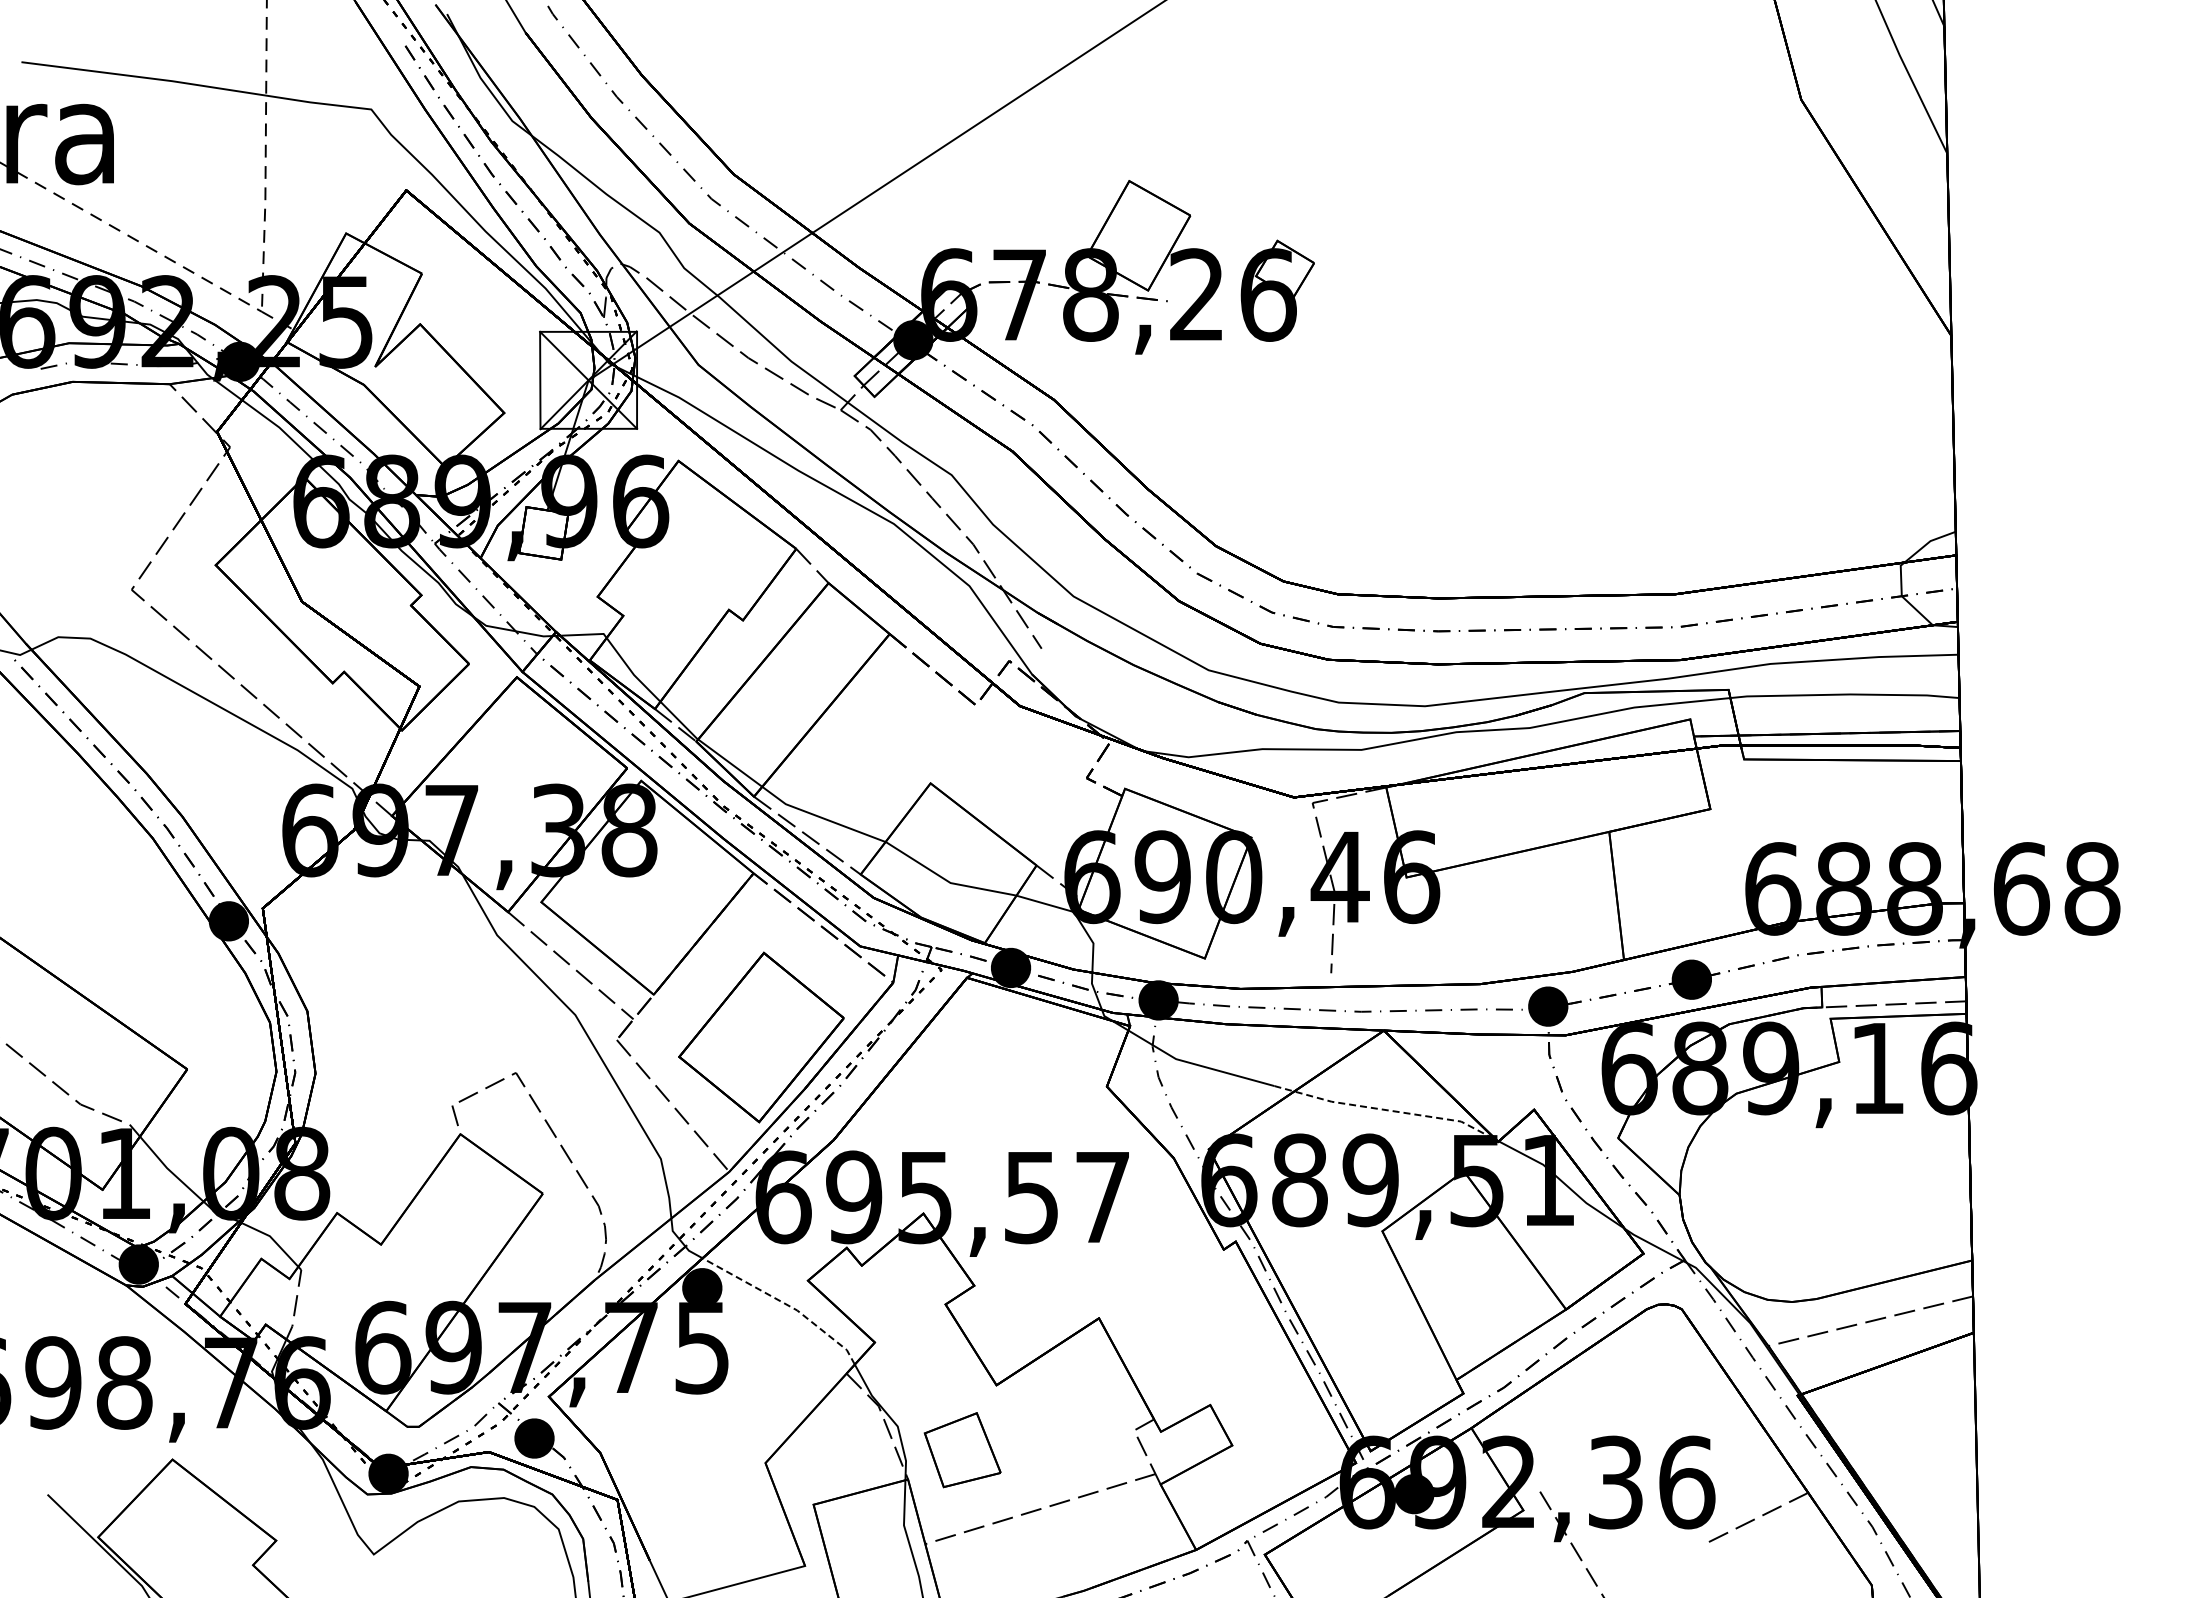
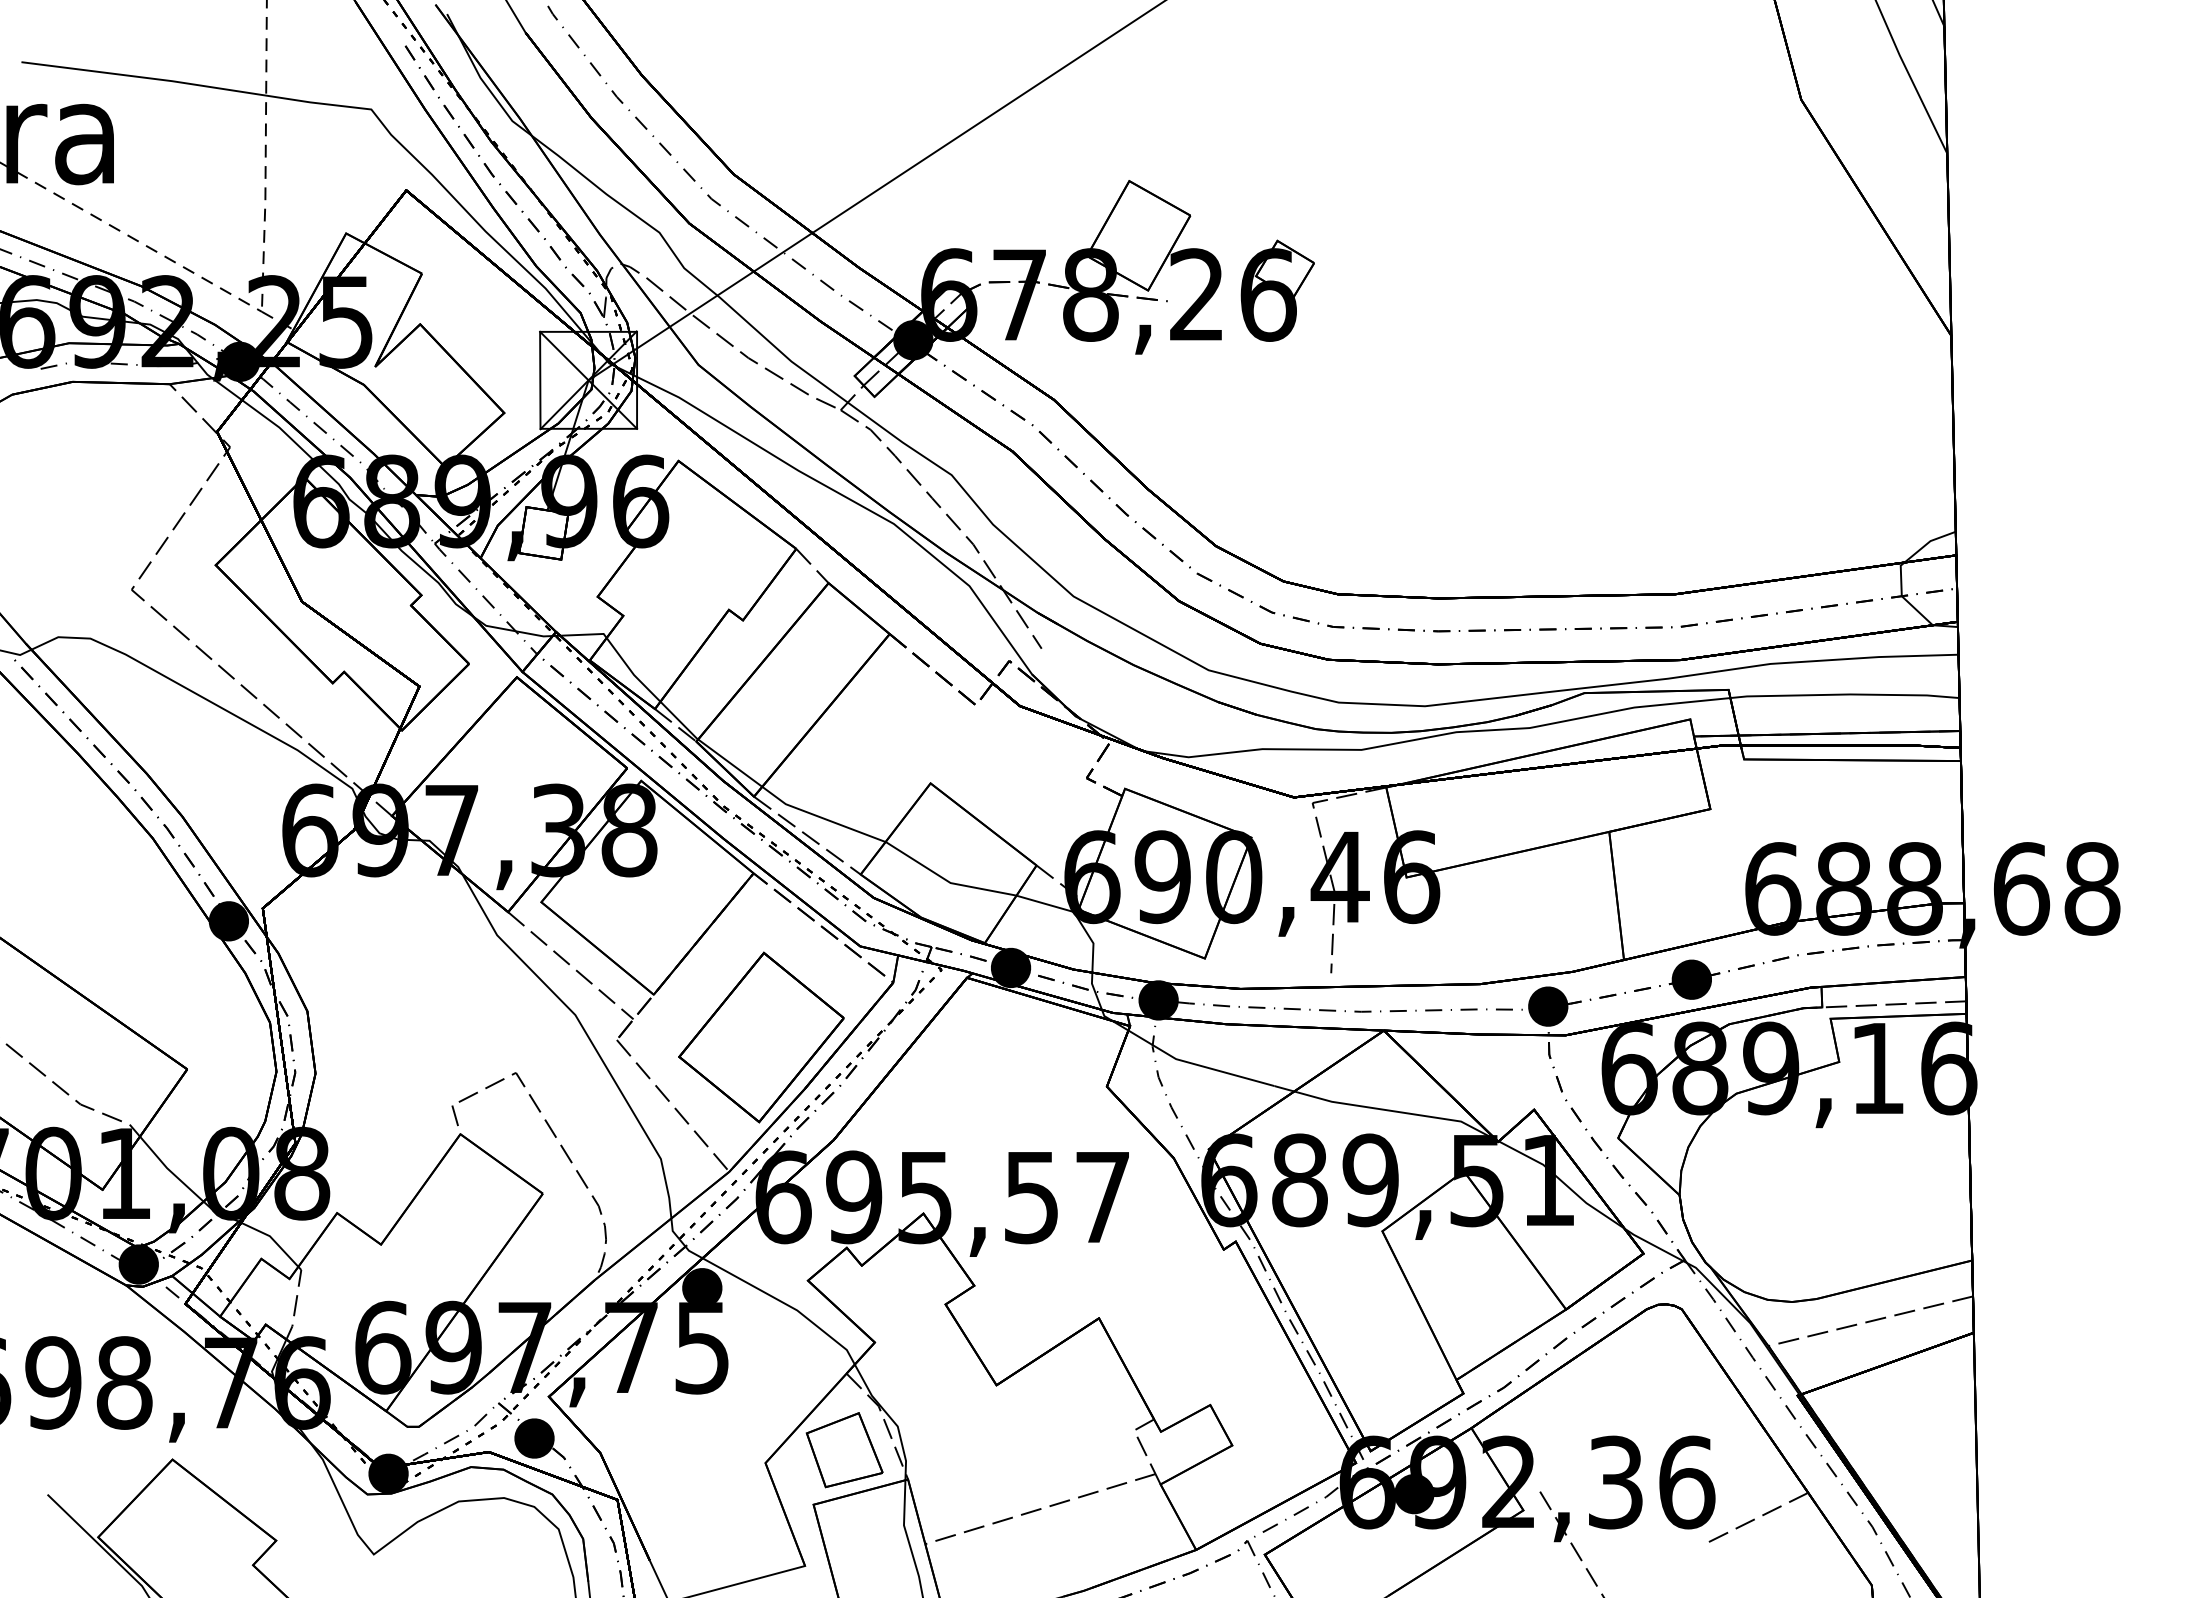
line at (1387, 1110): dashed -> solid
line at (785, 1304): dashed -> solid
part at (962, 1450) position: (962, 1450) -> (844, 1450)
